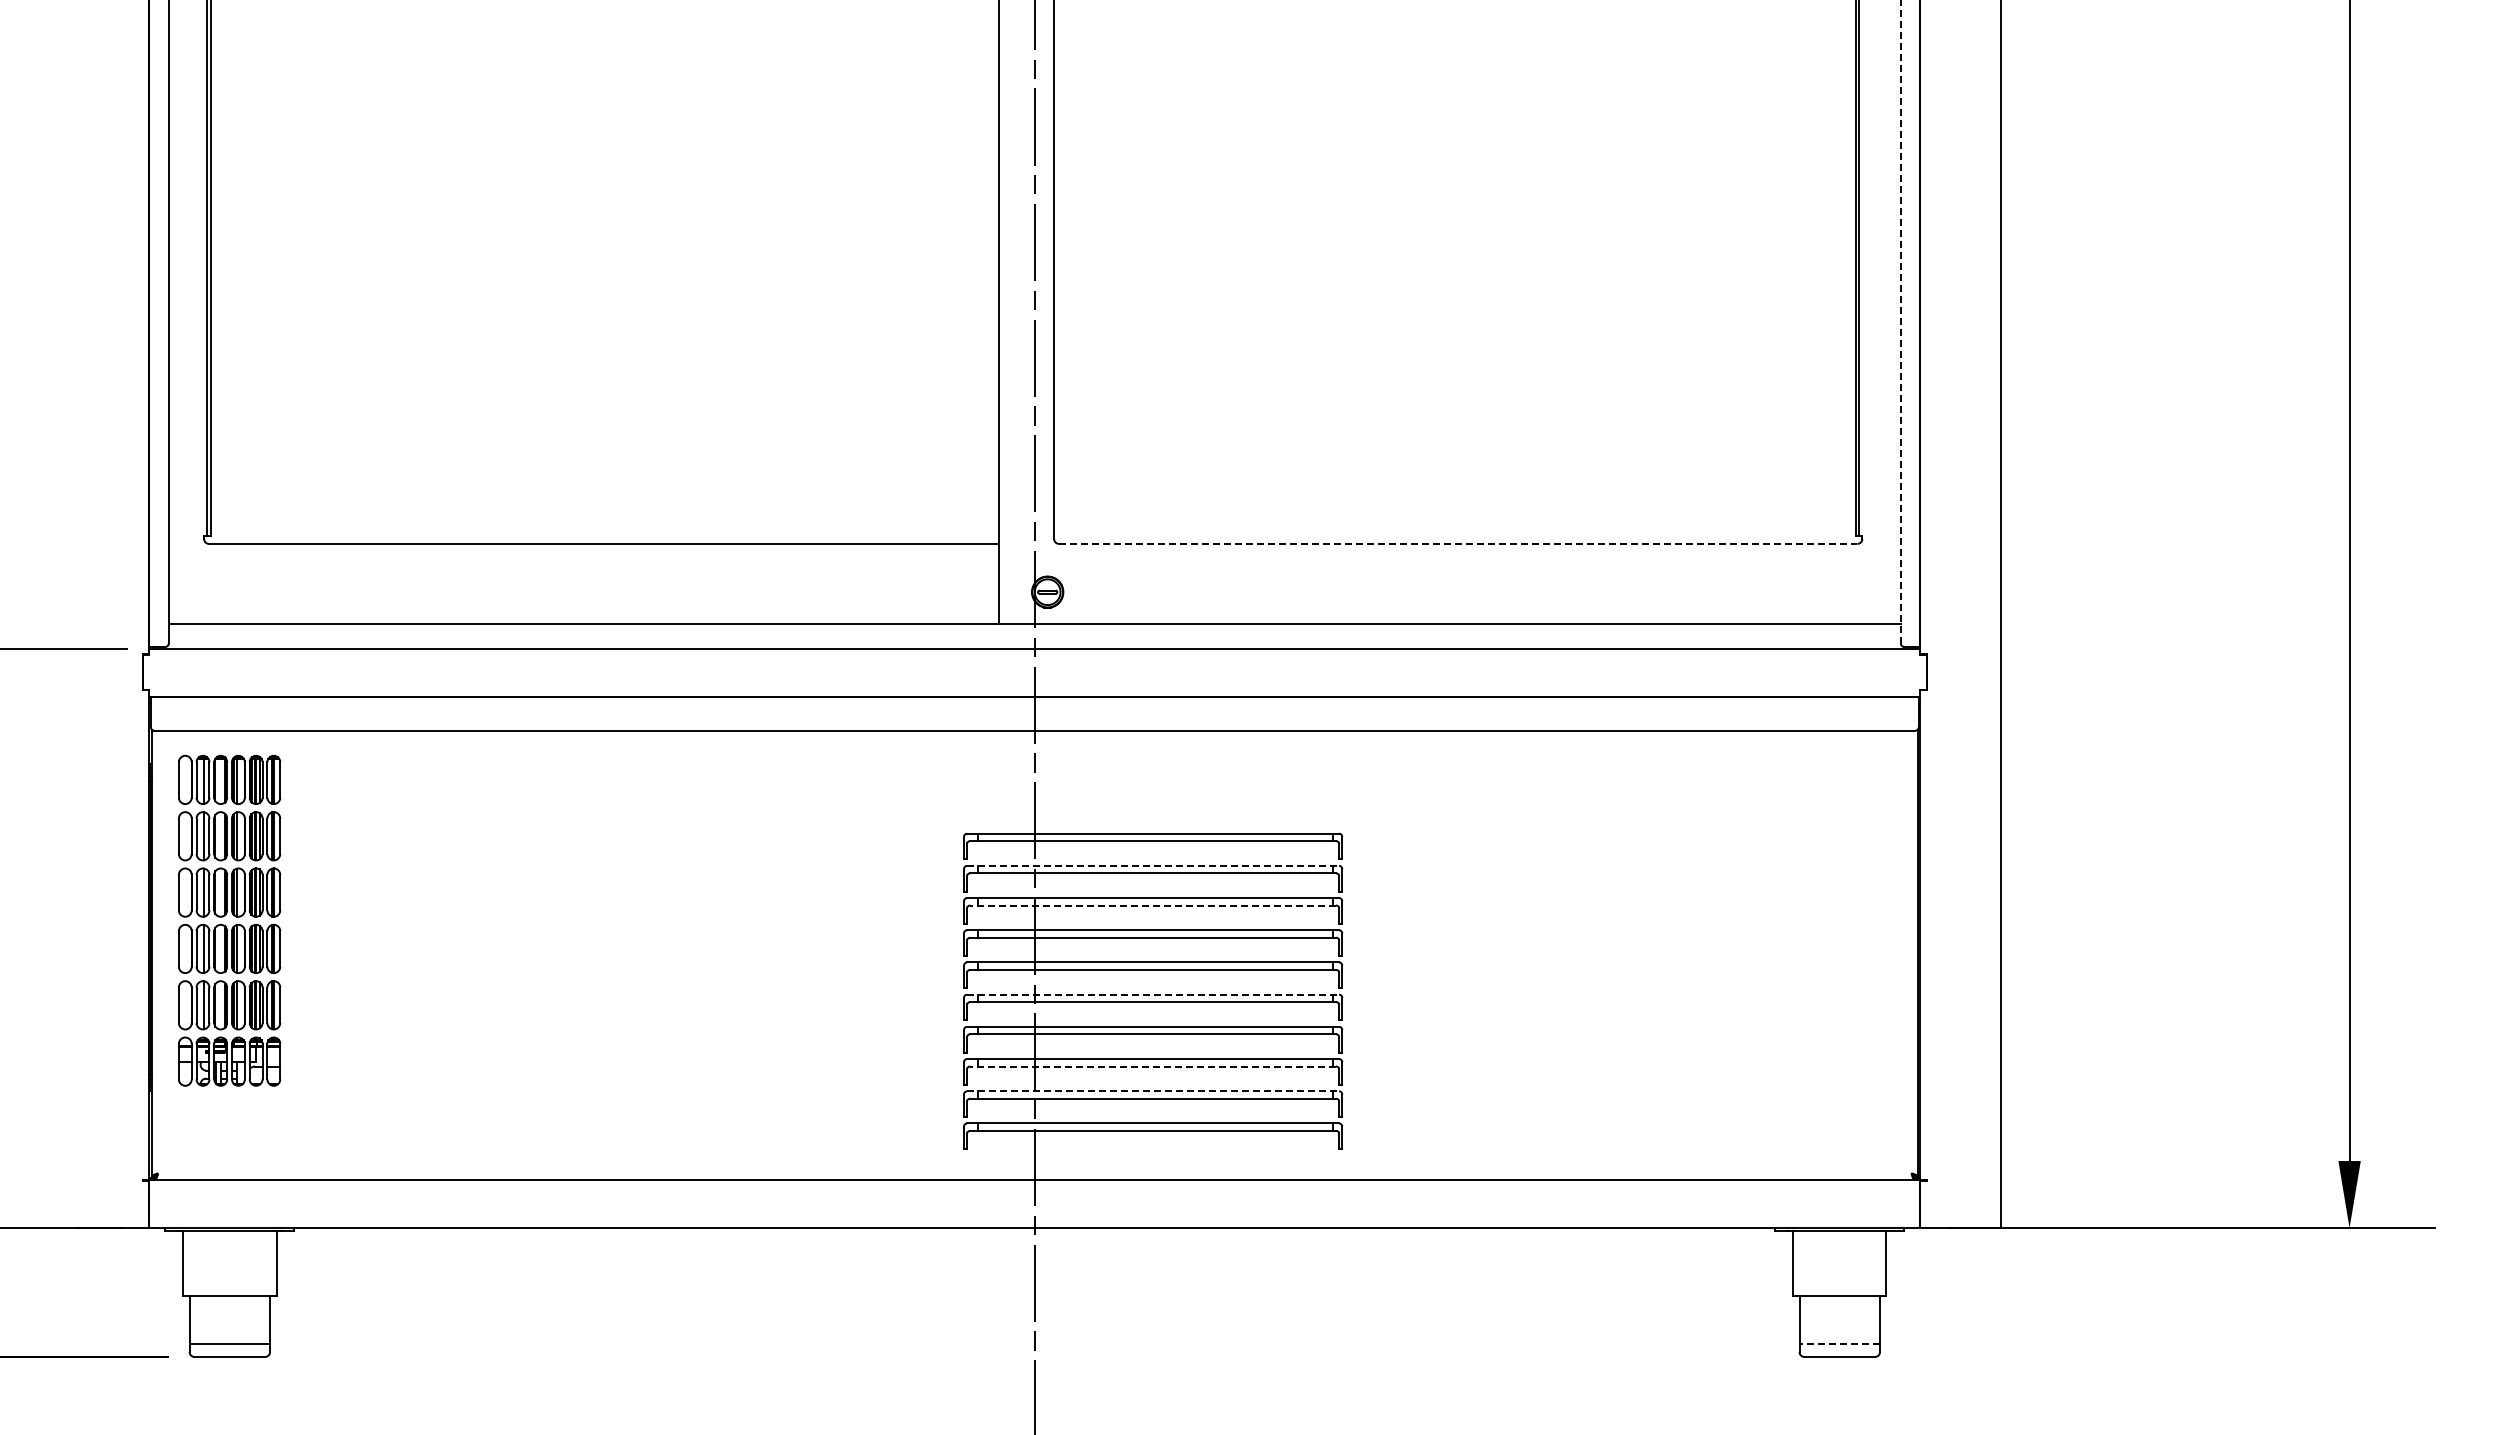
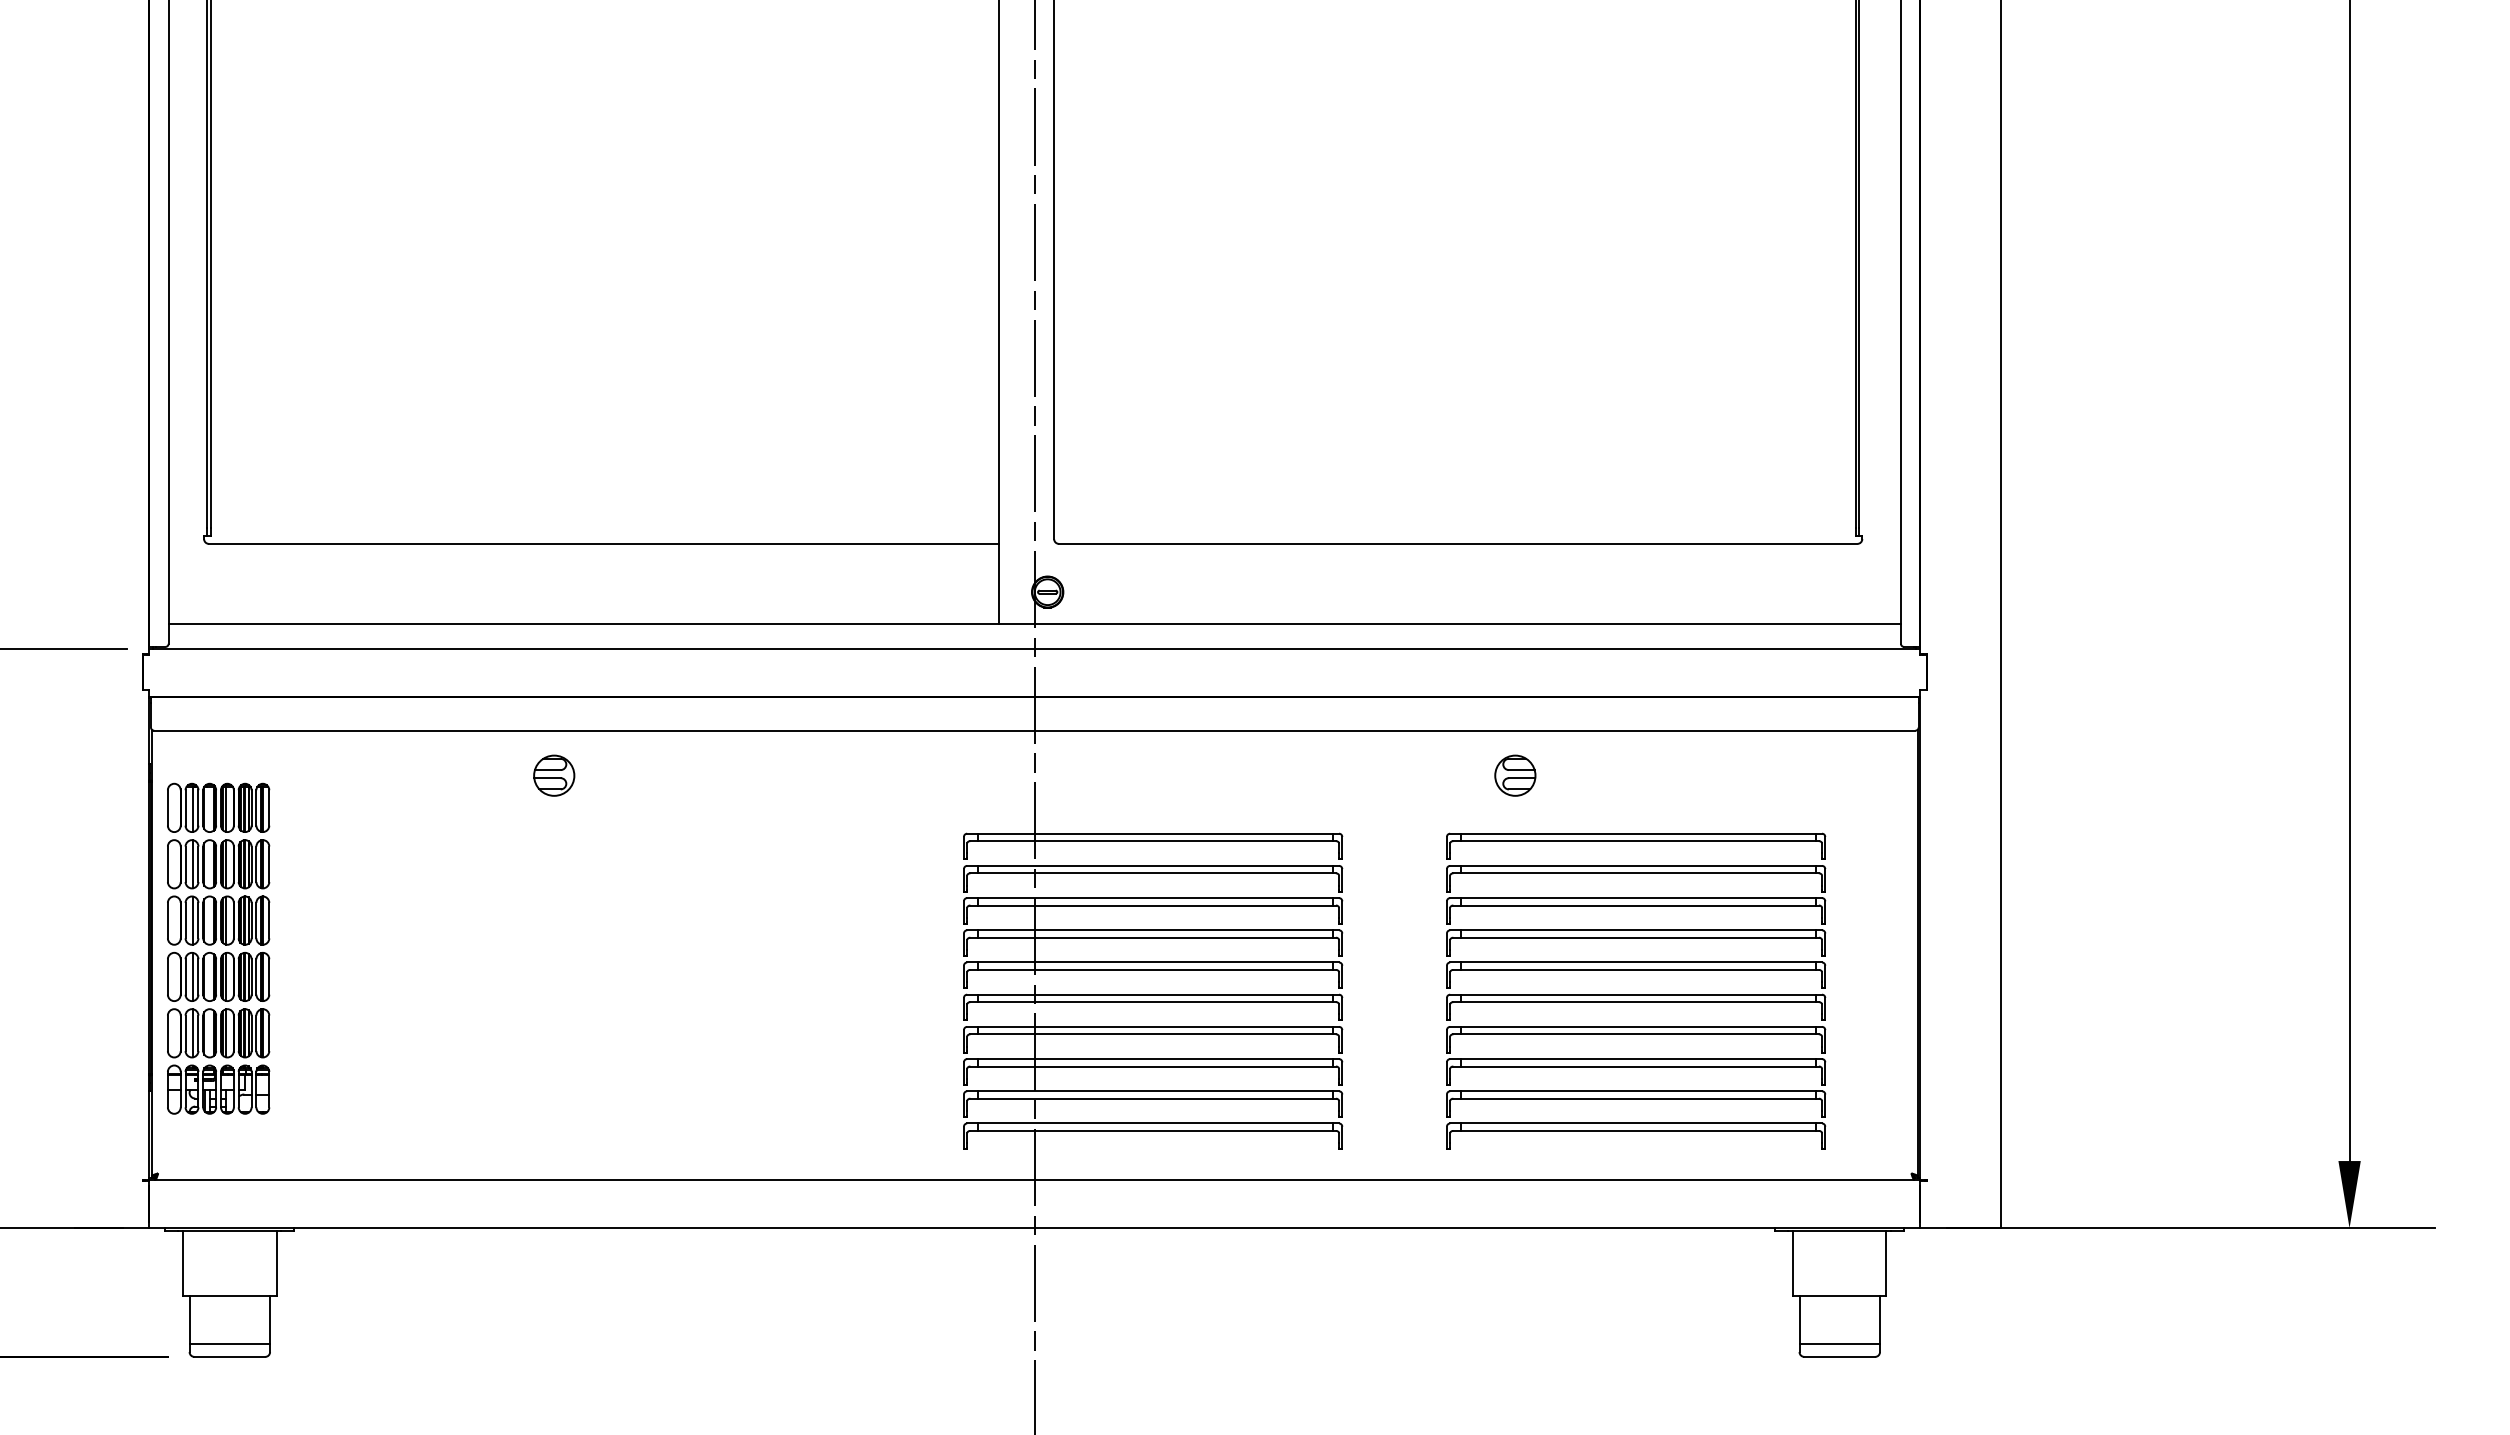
line at (1900, 321): dashed -> solid
line at (1458, 543): dashed -> solid
part at (554, 775): none -> present
part at (1515, 775): none -> present
line at (1153, 865): dashed -> solid
line at (1153, 905): dashed -> solid
part at (225, 915) position: (225, 915) -> (214, 943)
part at (1636, 990): none -> present
line at (1153, 994): dashed -> solid
line at (1153, 1066): dashed -> solid
line at (1153, 1091): dashed -> solid
line at (1839, 1344): dashed -> solid
